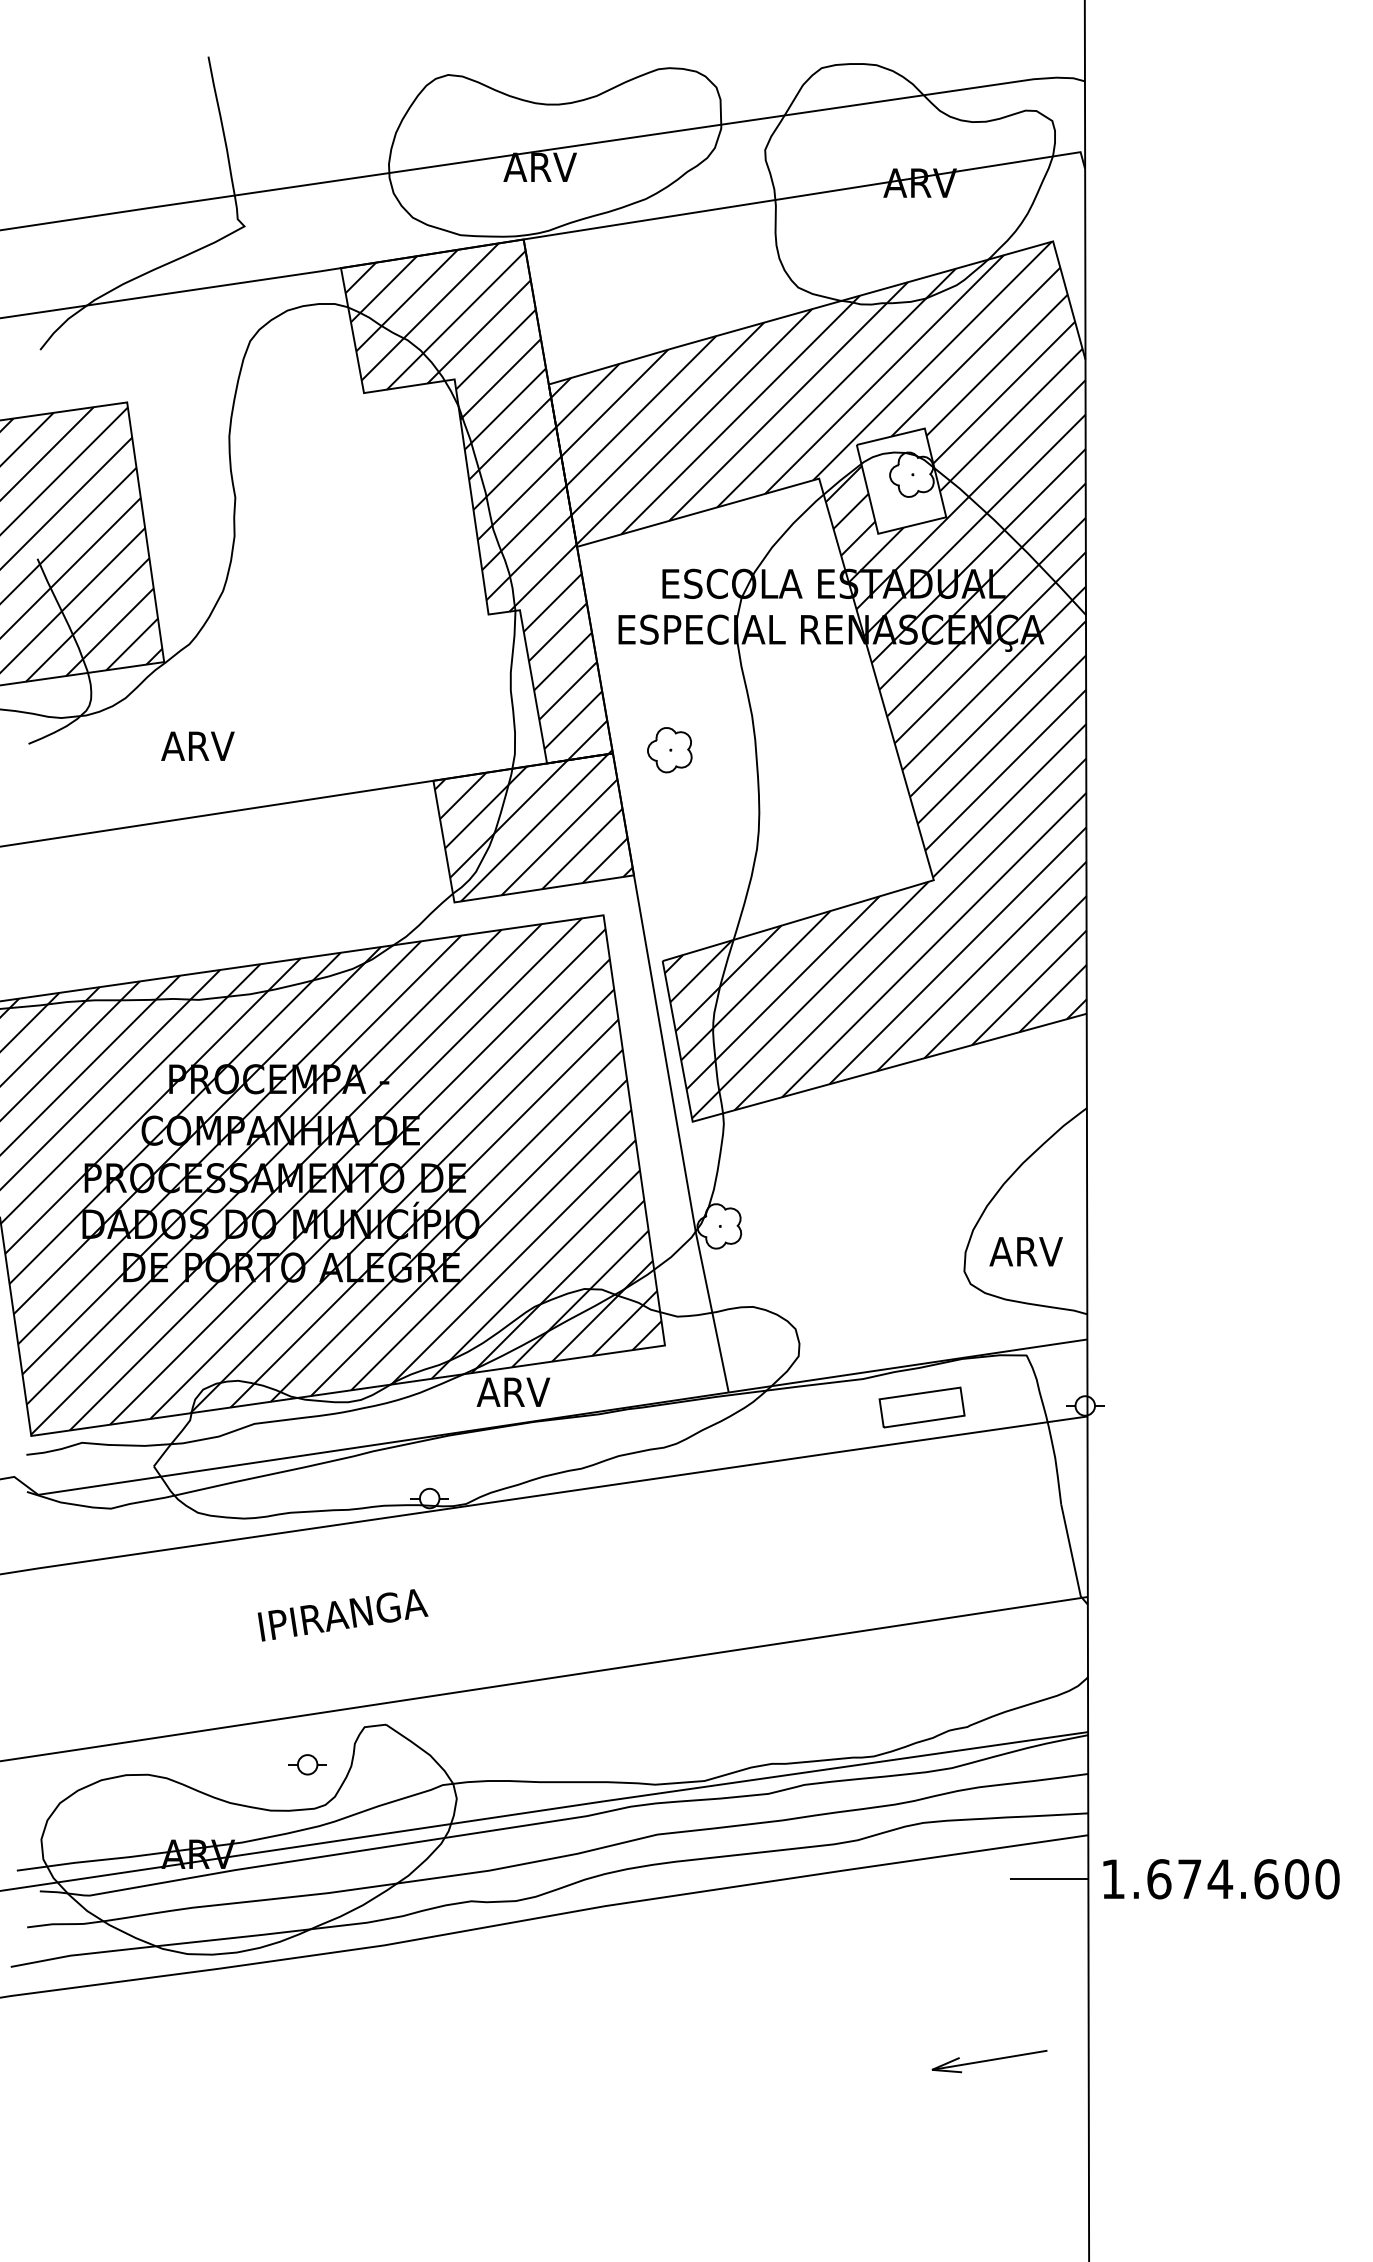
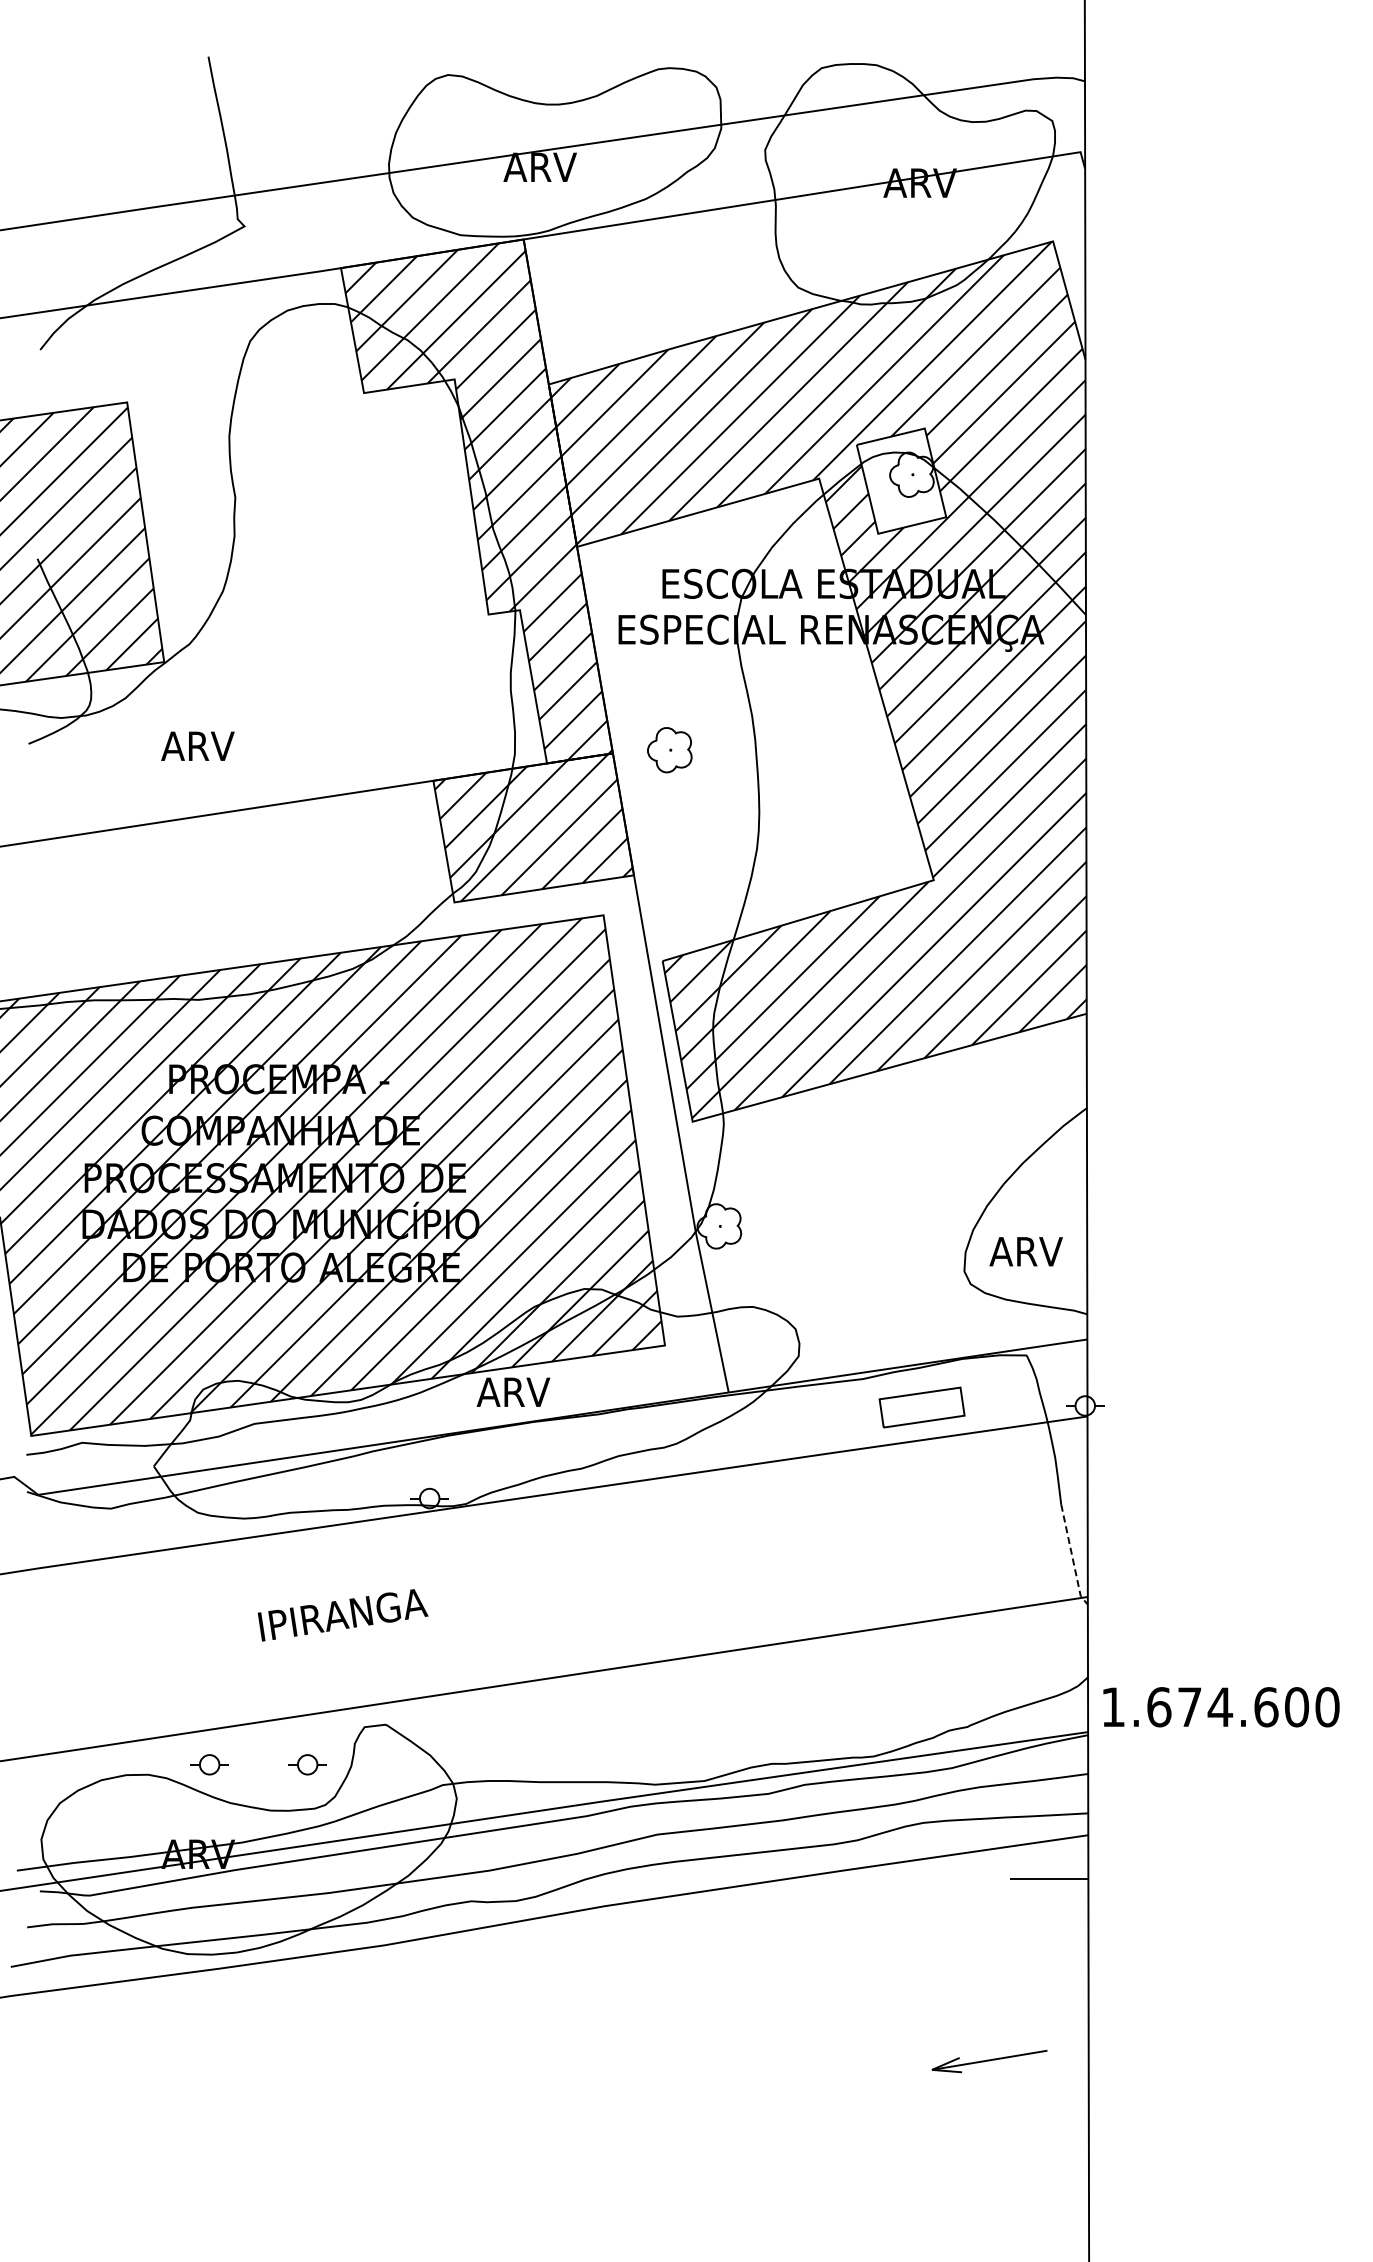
line at (1072, 1556): solid -> dashed
part at (209, 1764): none -> present
text at (1221, 1879) position: (1221, 1879) -> (1221, 1707)
